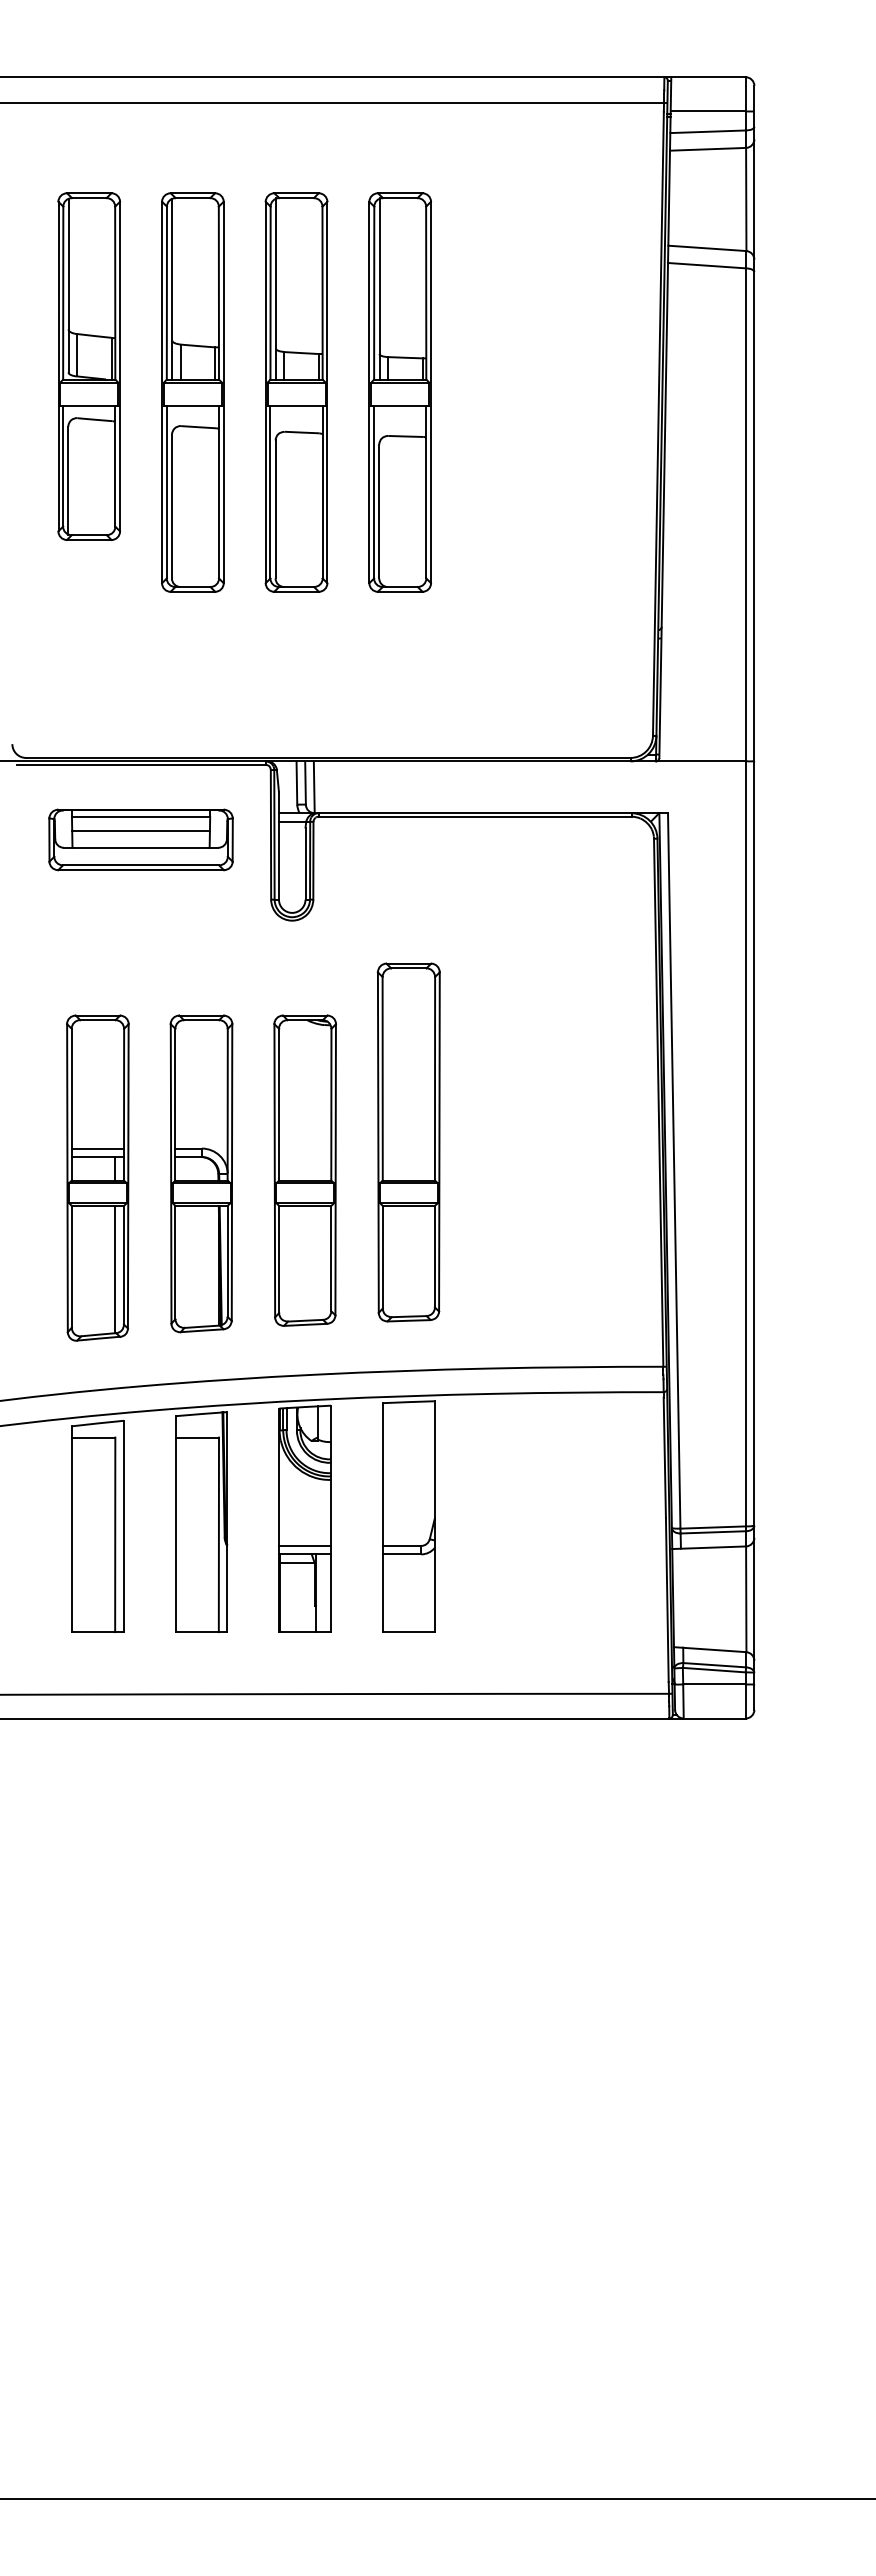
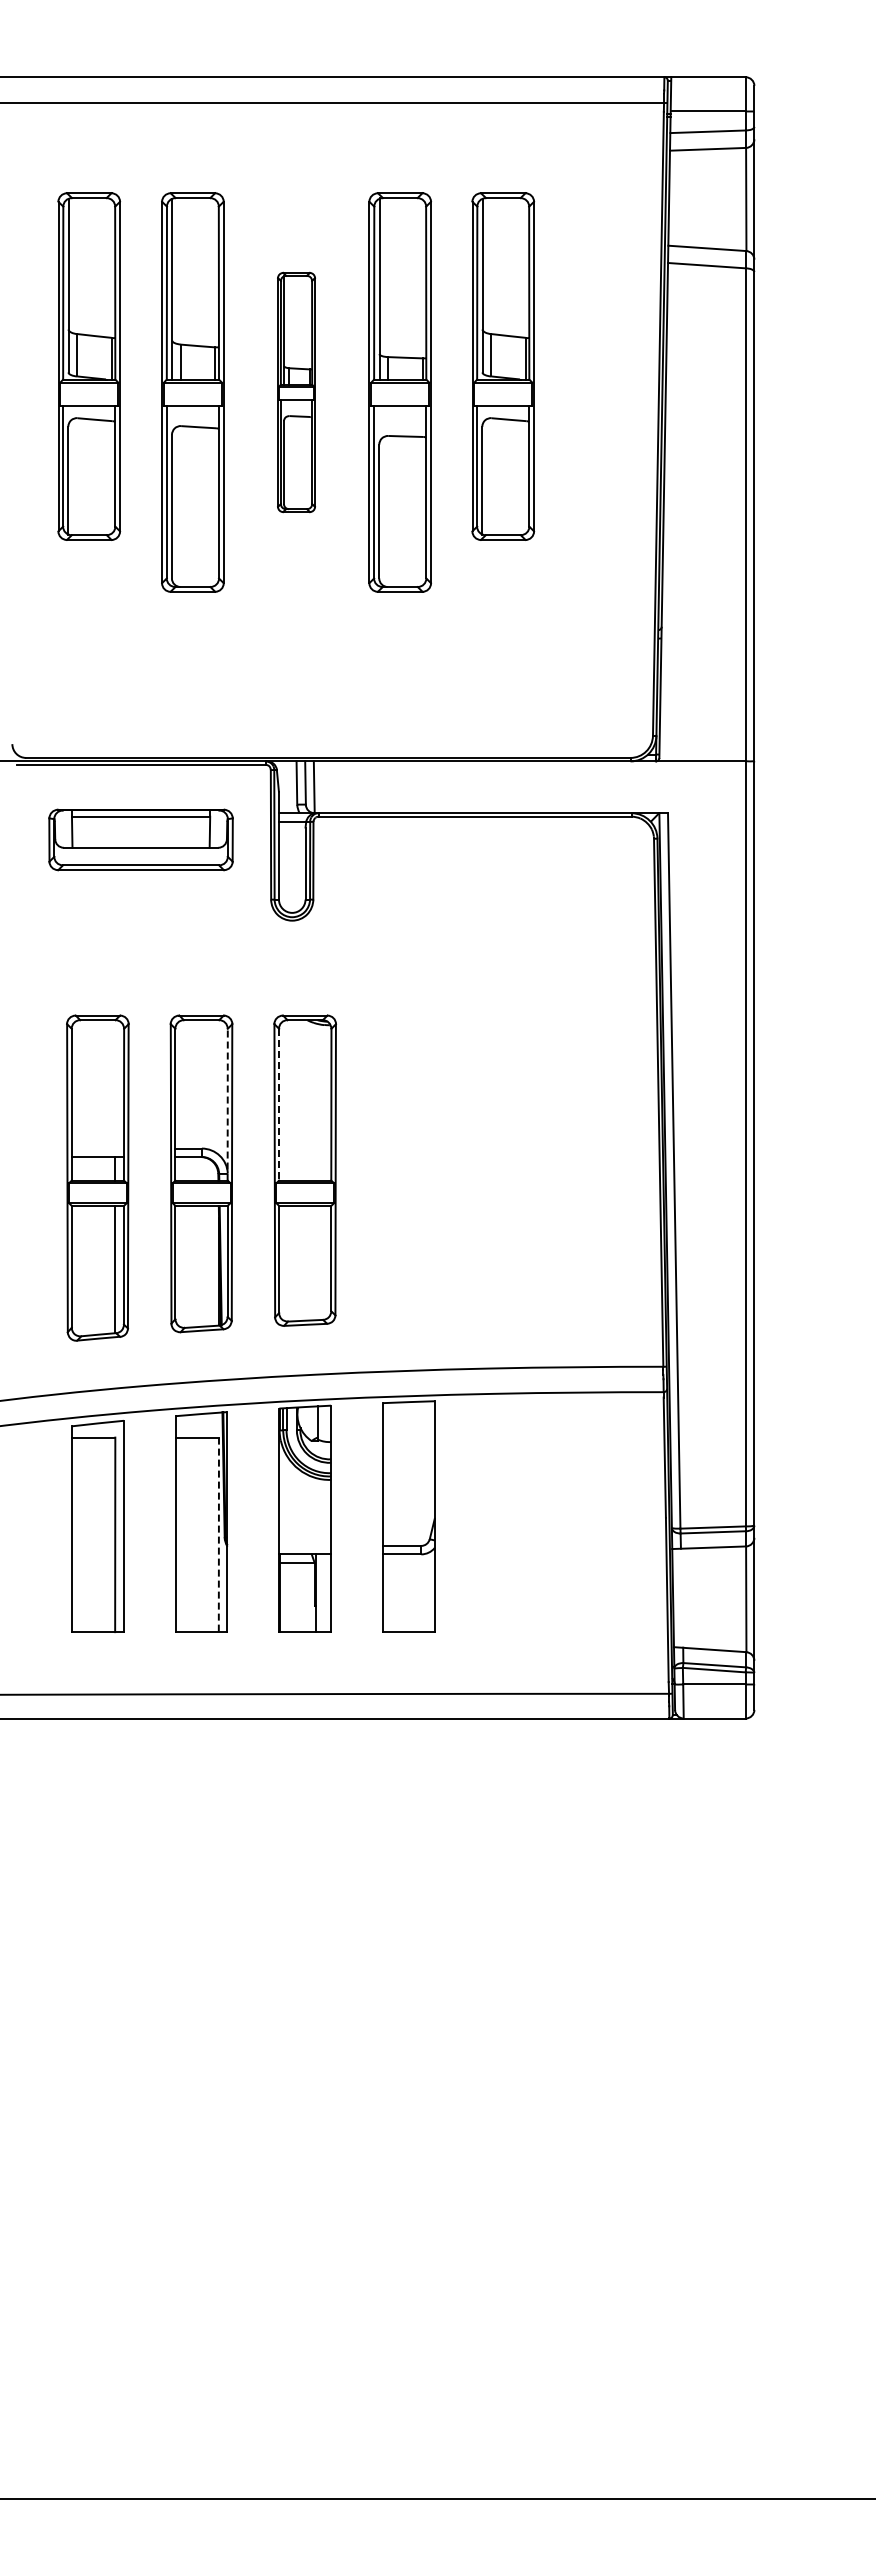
part at (503, 366): none -> present
part at (296, 392) size: 65x401 px -> 39x243 px
line at (141, 830): present -> none
line at (227, 1104): solid -> dashed
line at (279, 1104): solid -> dashed
part at (408, 1142): present -> none
line at (97, 1148): present -> none
line at (218, 1535): solid -> dashed
line at (305, 1545): present -> none
